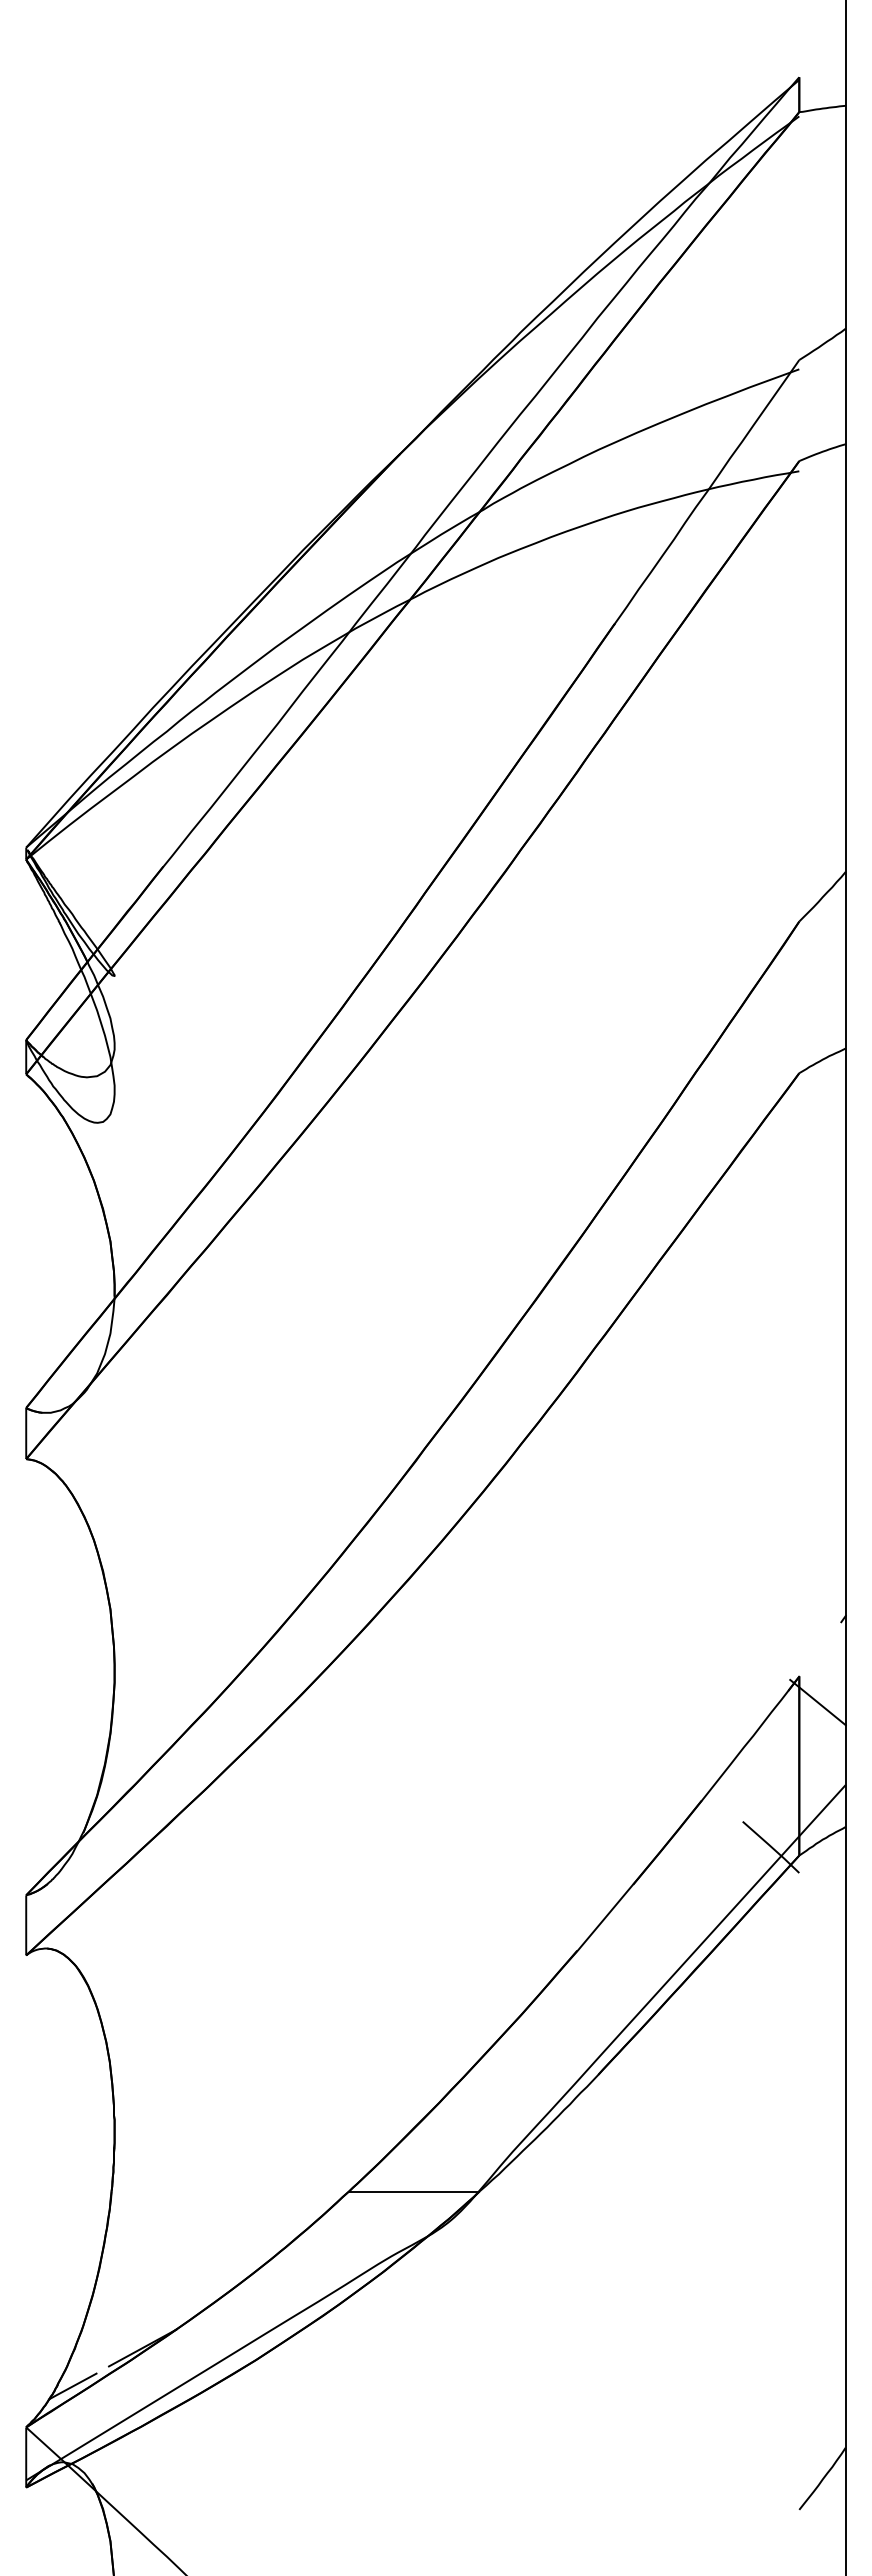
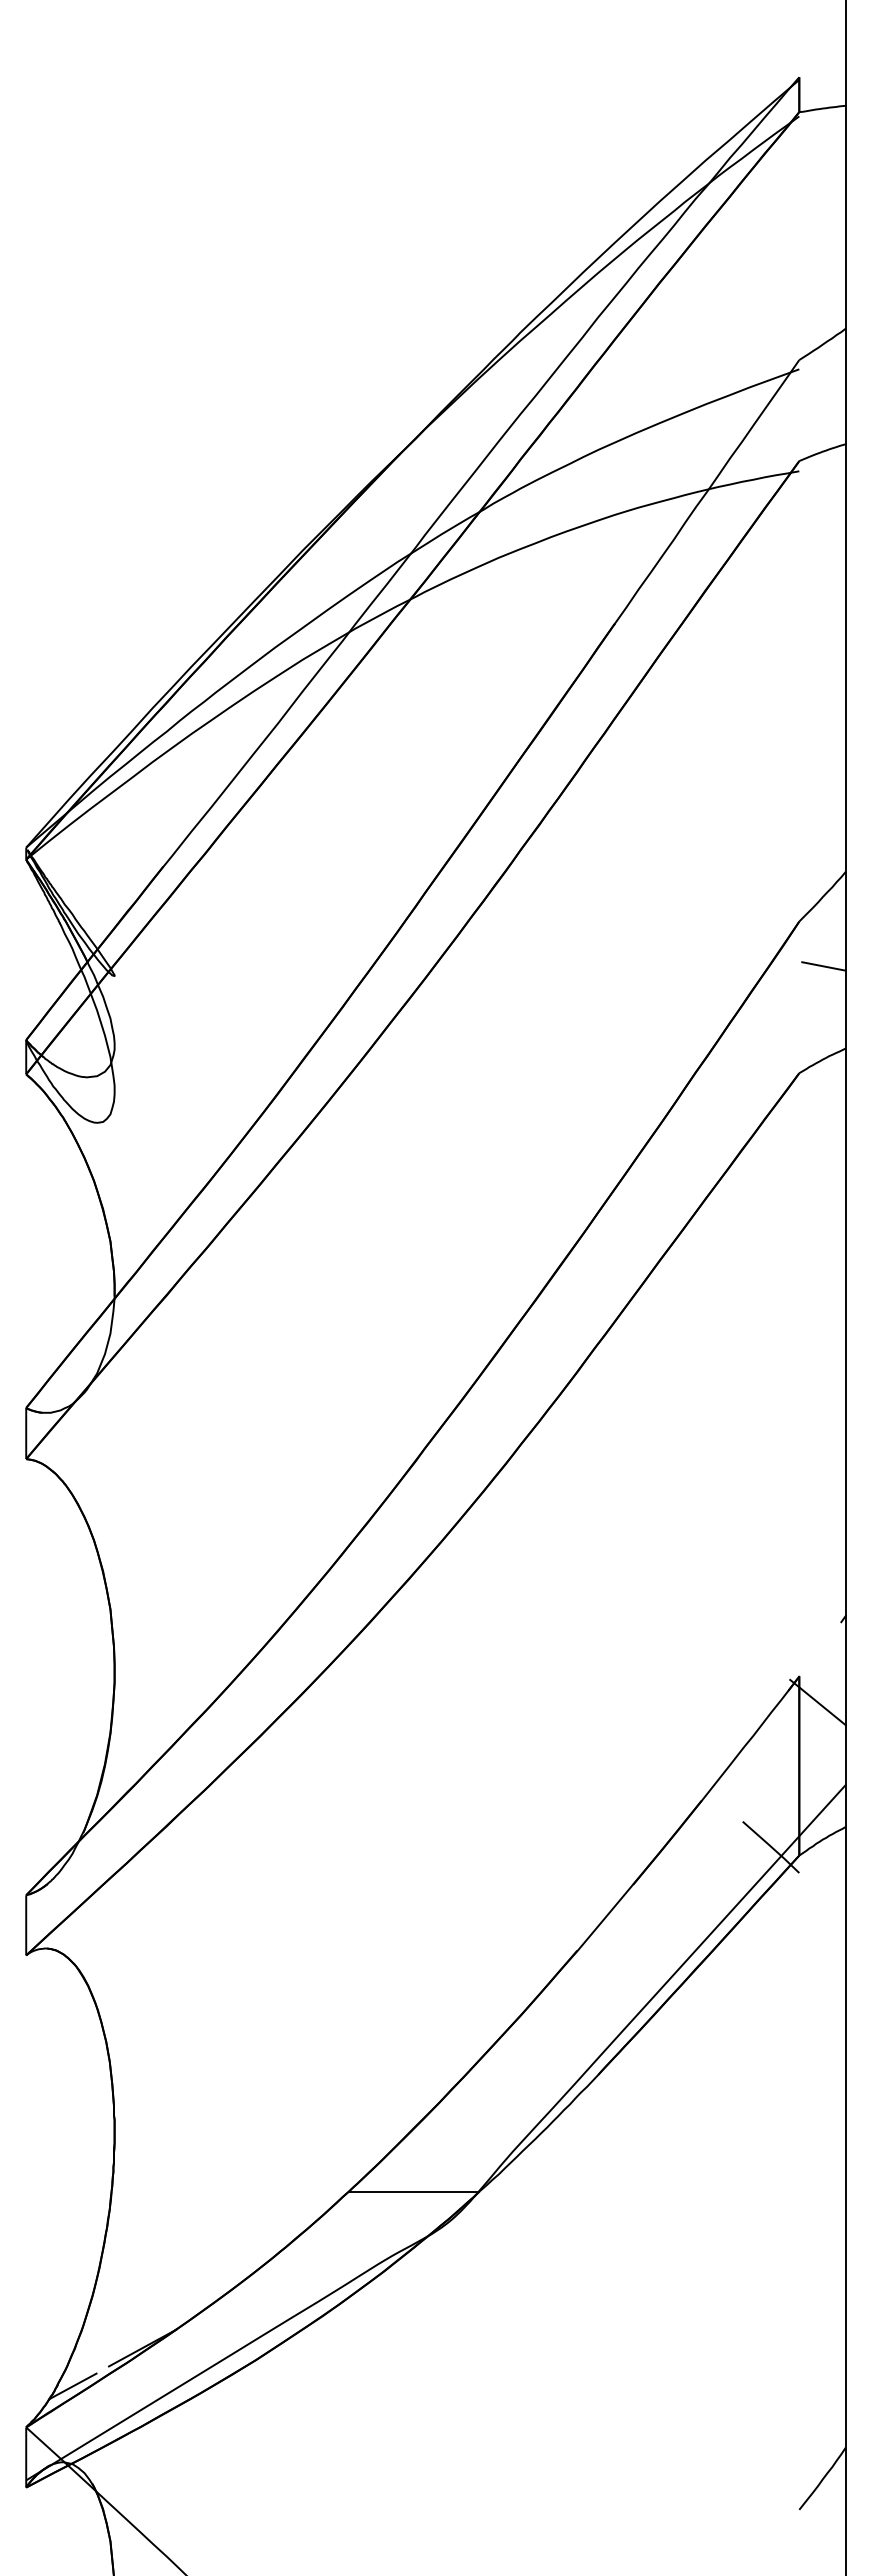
line at (823, 966): none -> present
